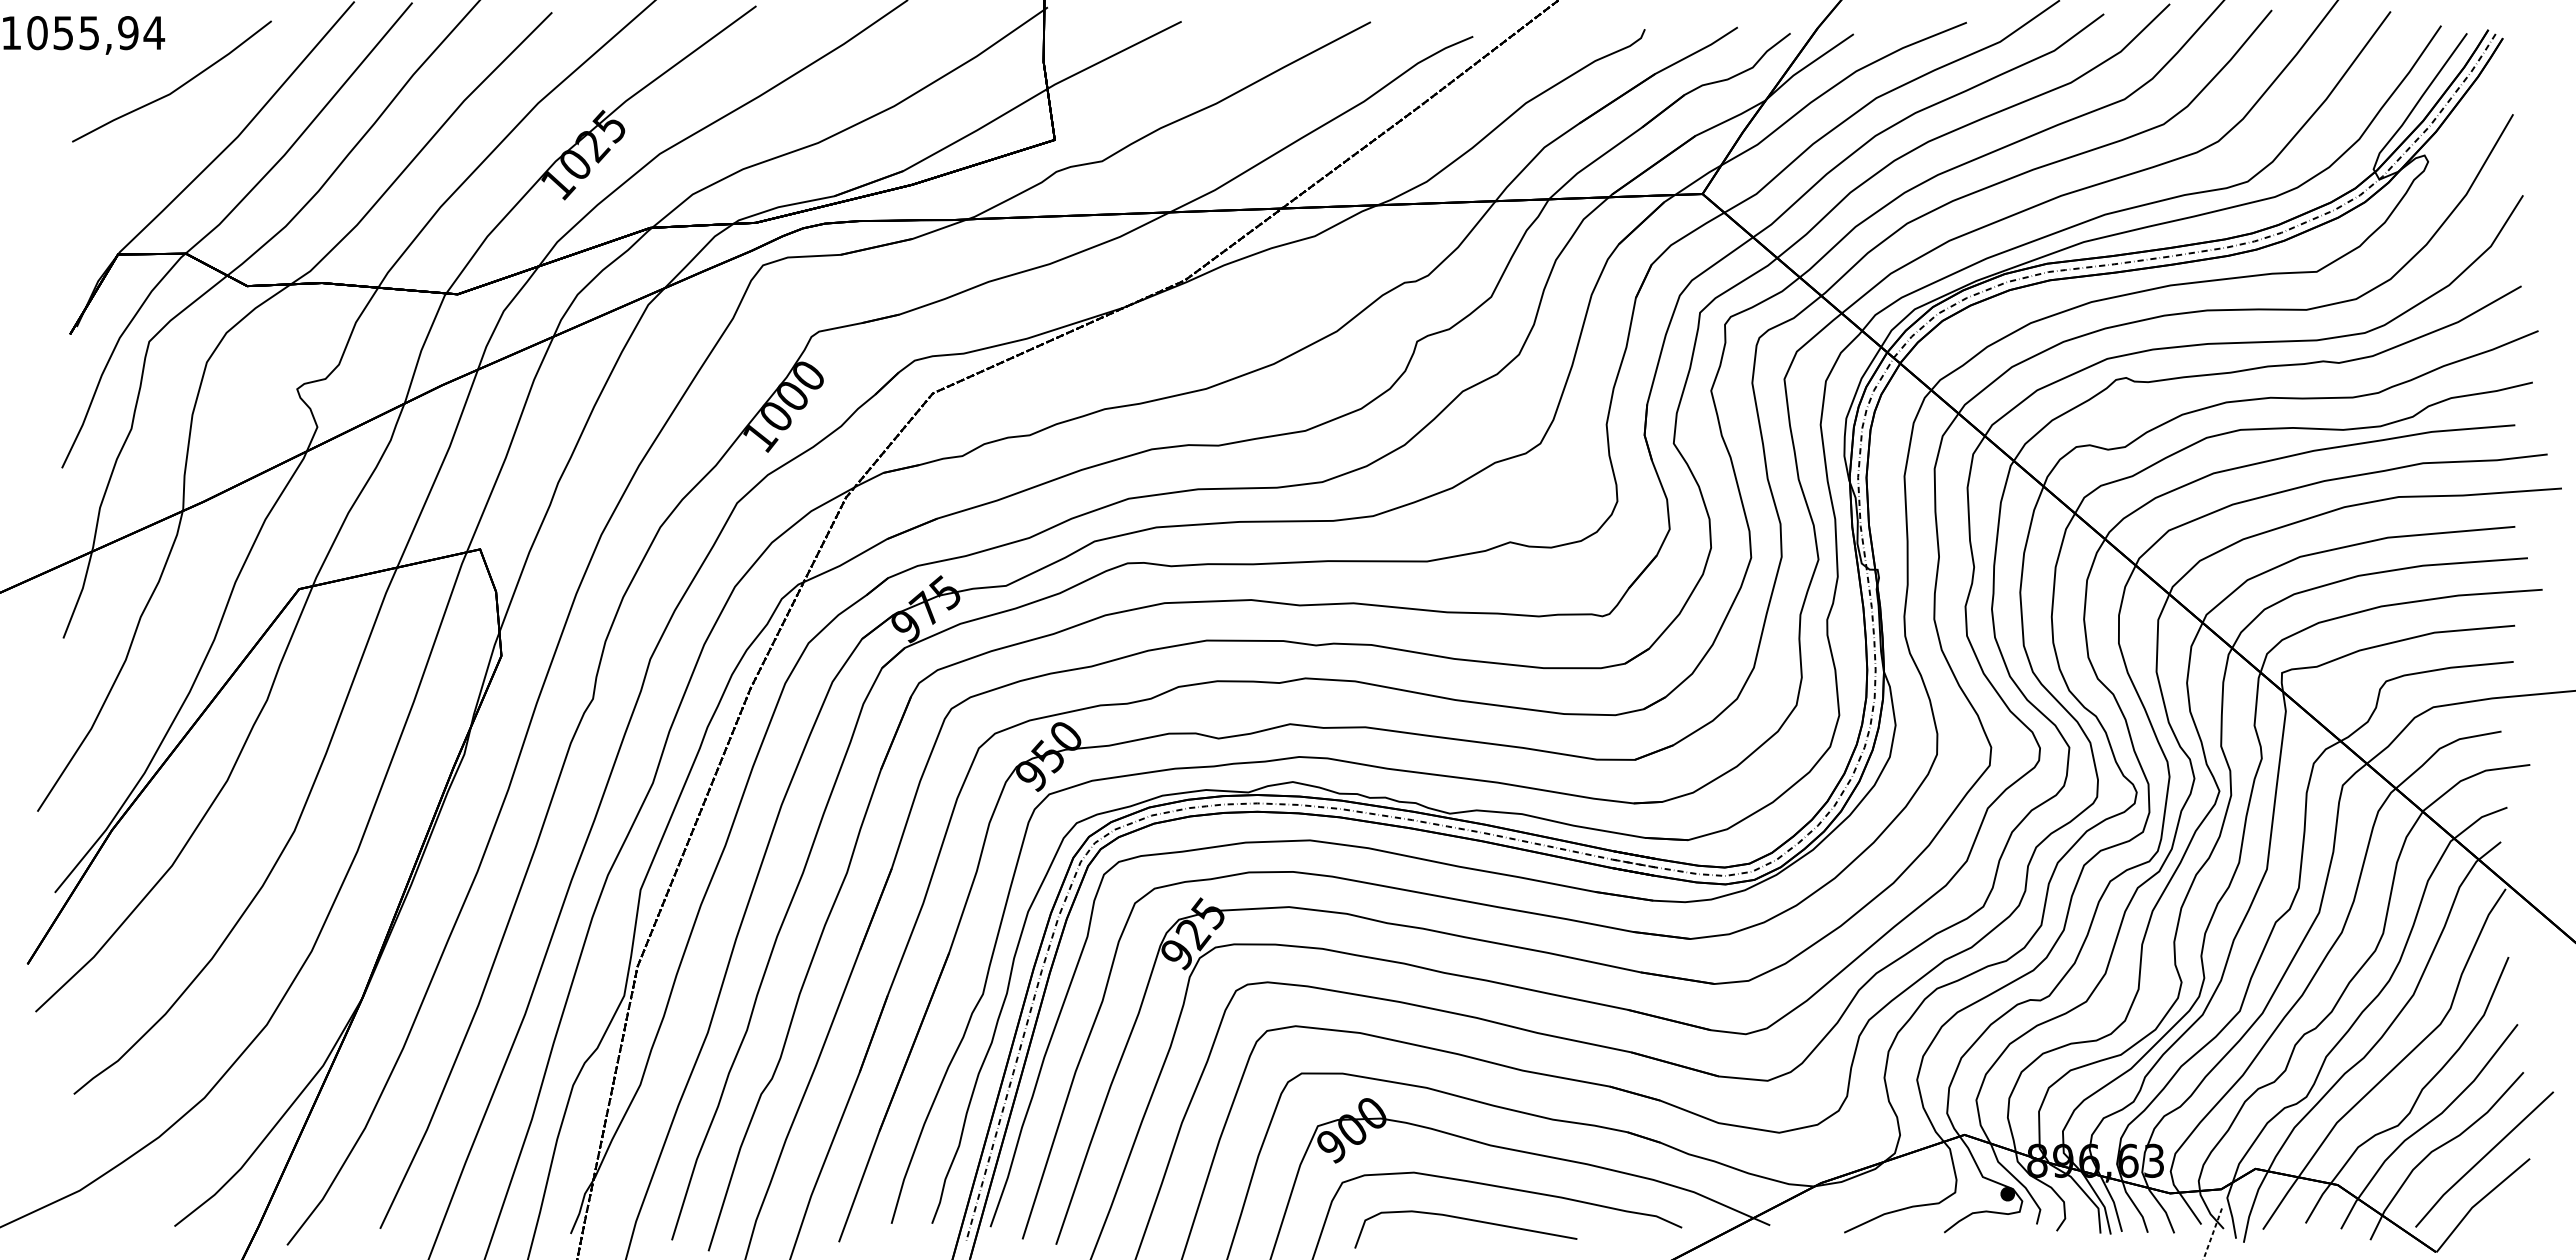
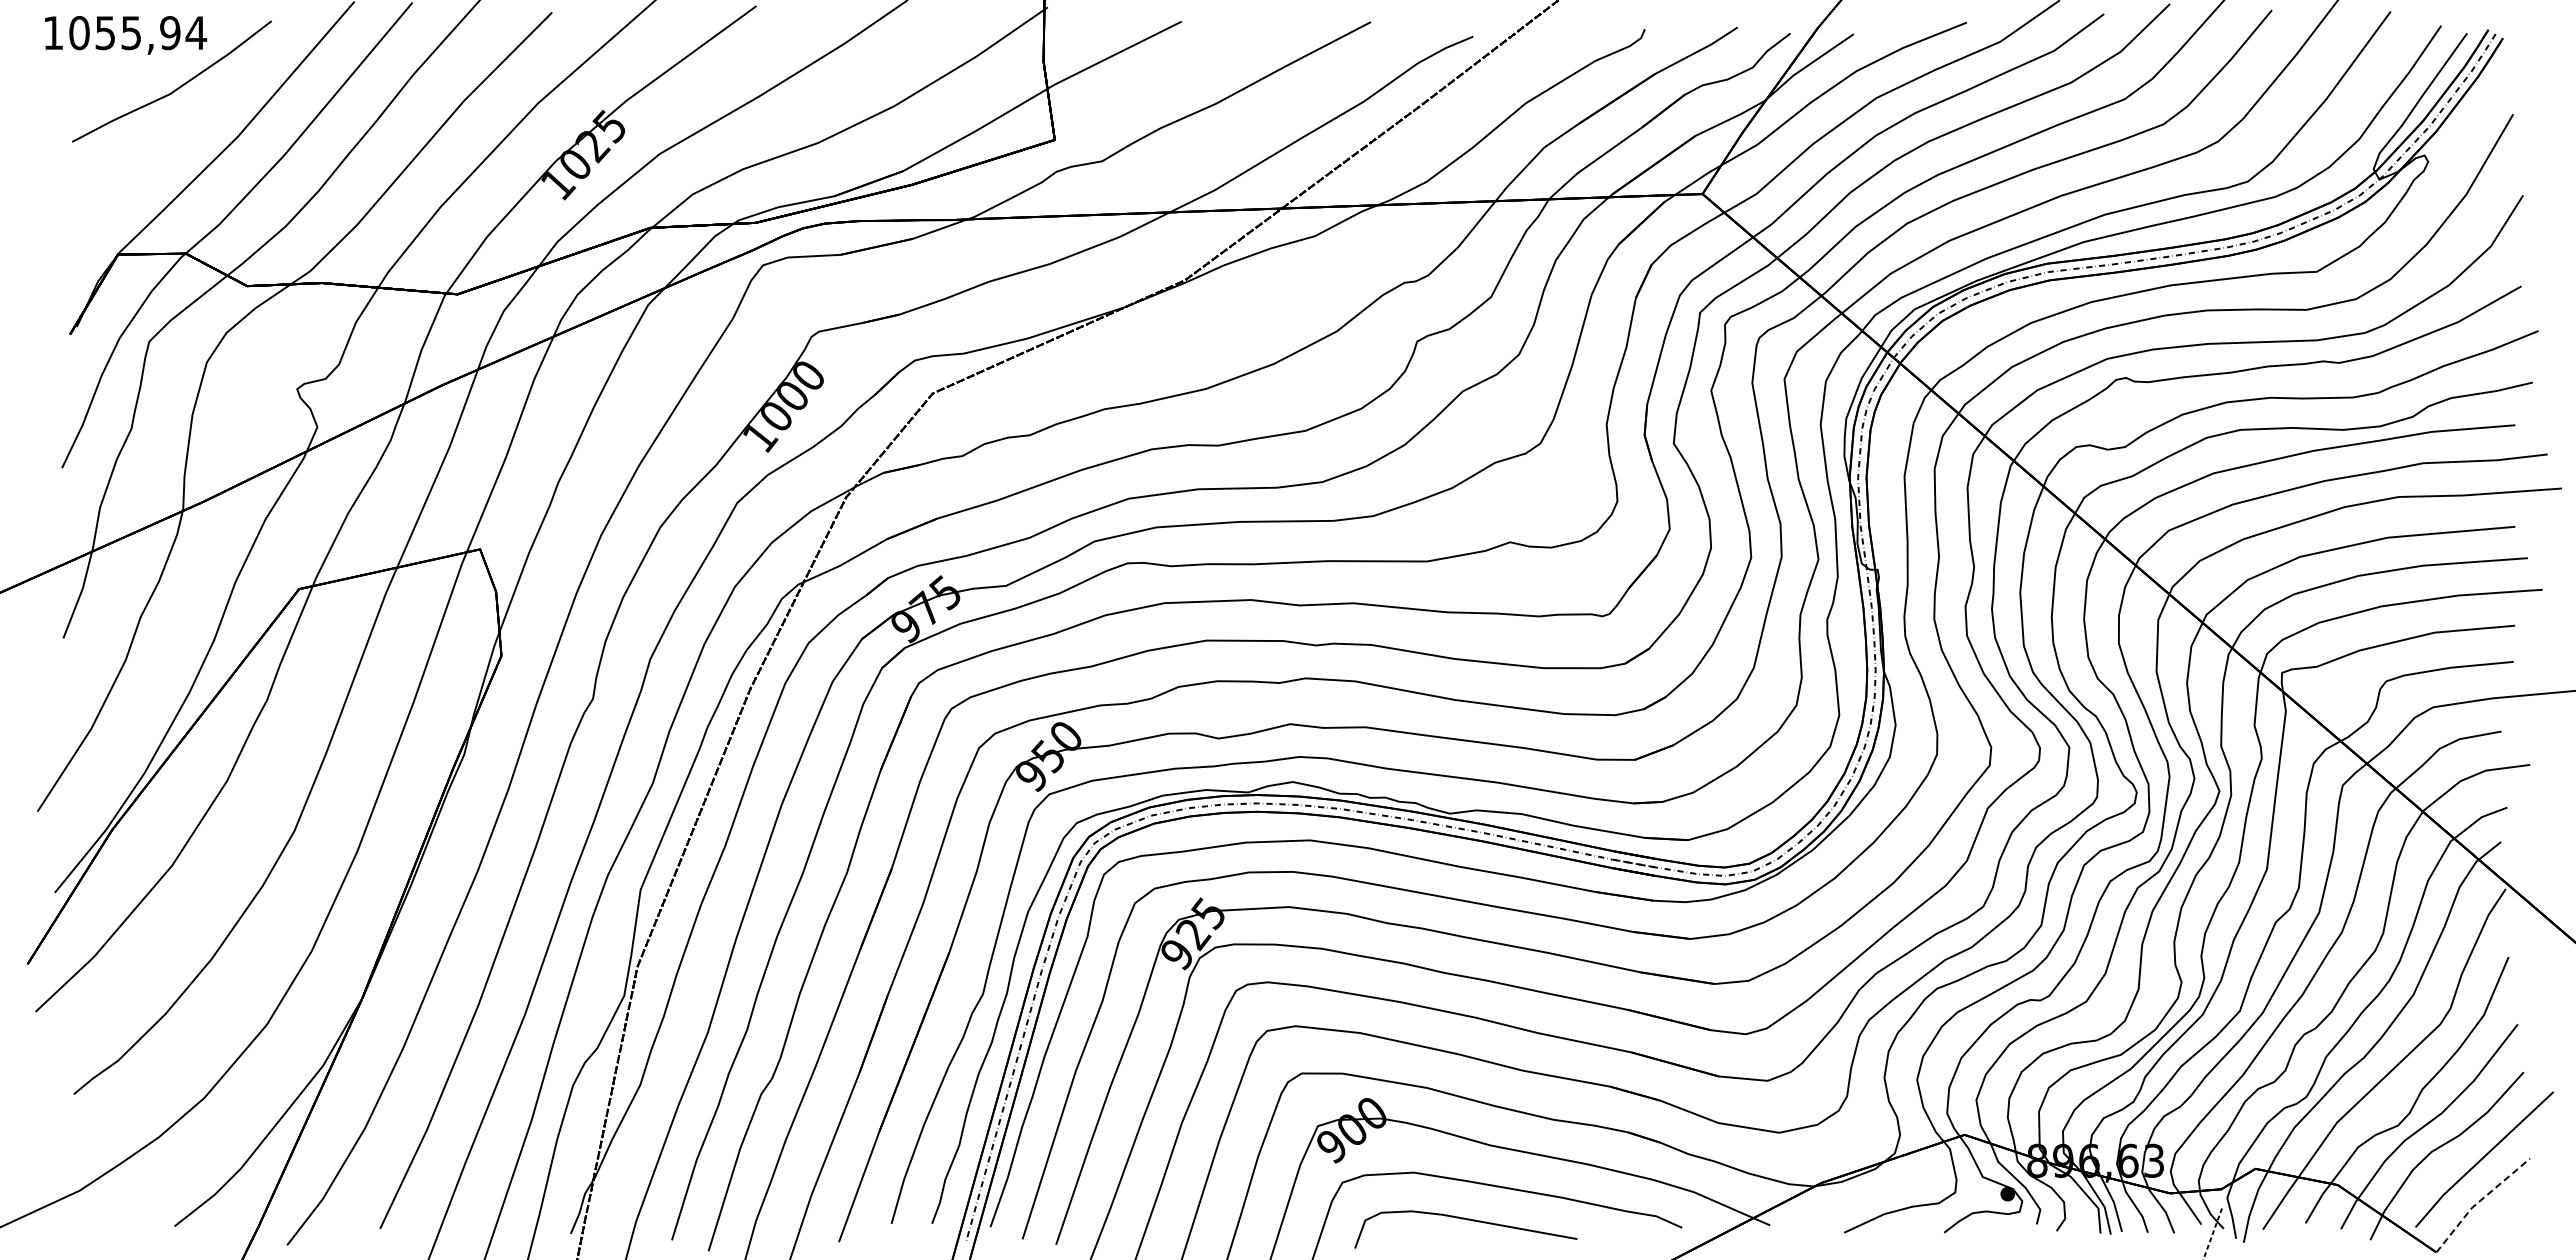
text at (84, 35) position: (84, 35) -> (126, 35)
line at (2479, 1201): solid -> dashed
